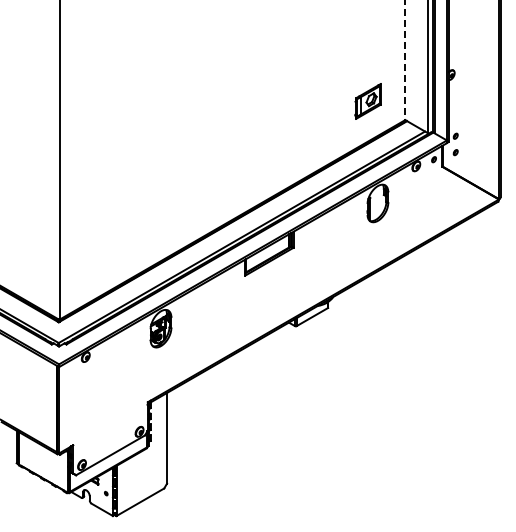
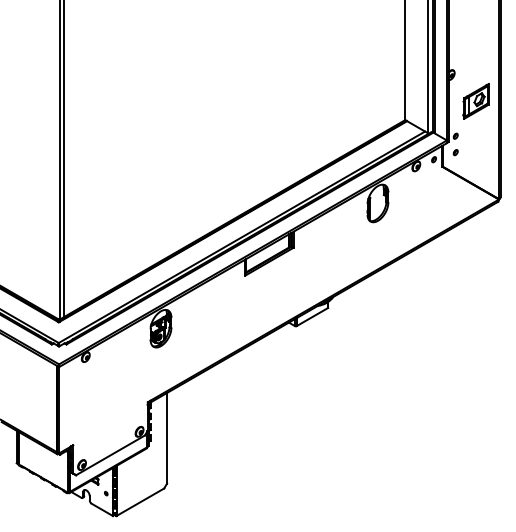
line at (405, 60): dashed -> solid
part at (367, 101) position: (367, 101) -> (475, 101)
line at (63, 159): none -> present
